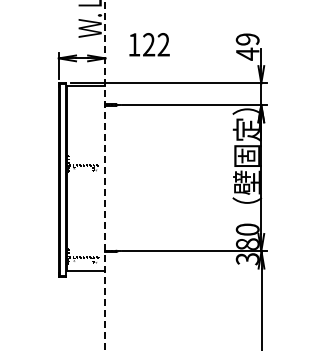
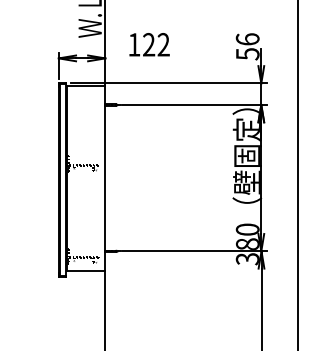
text at (247, 46): 49 -> 56
line at (297, 174): none -> present
line at (105, 175): dashed -> solid
